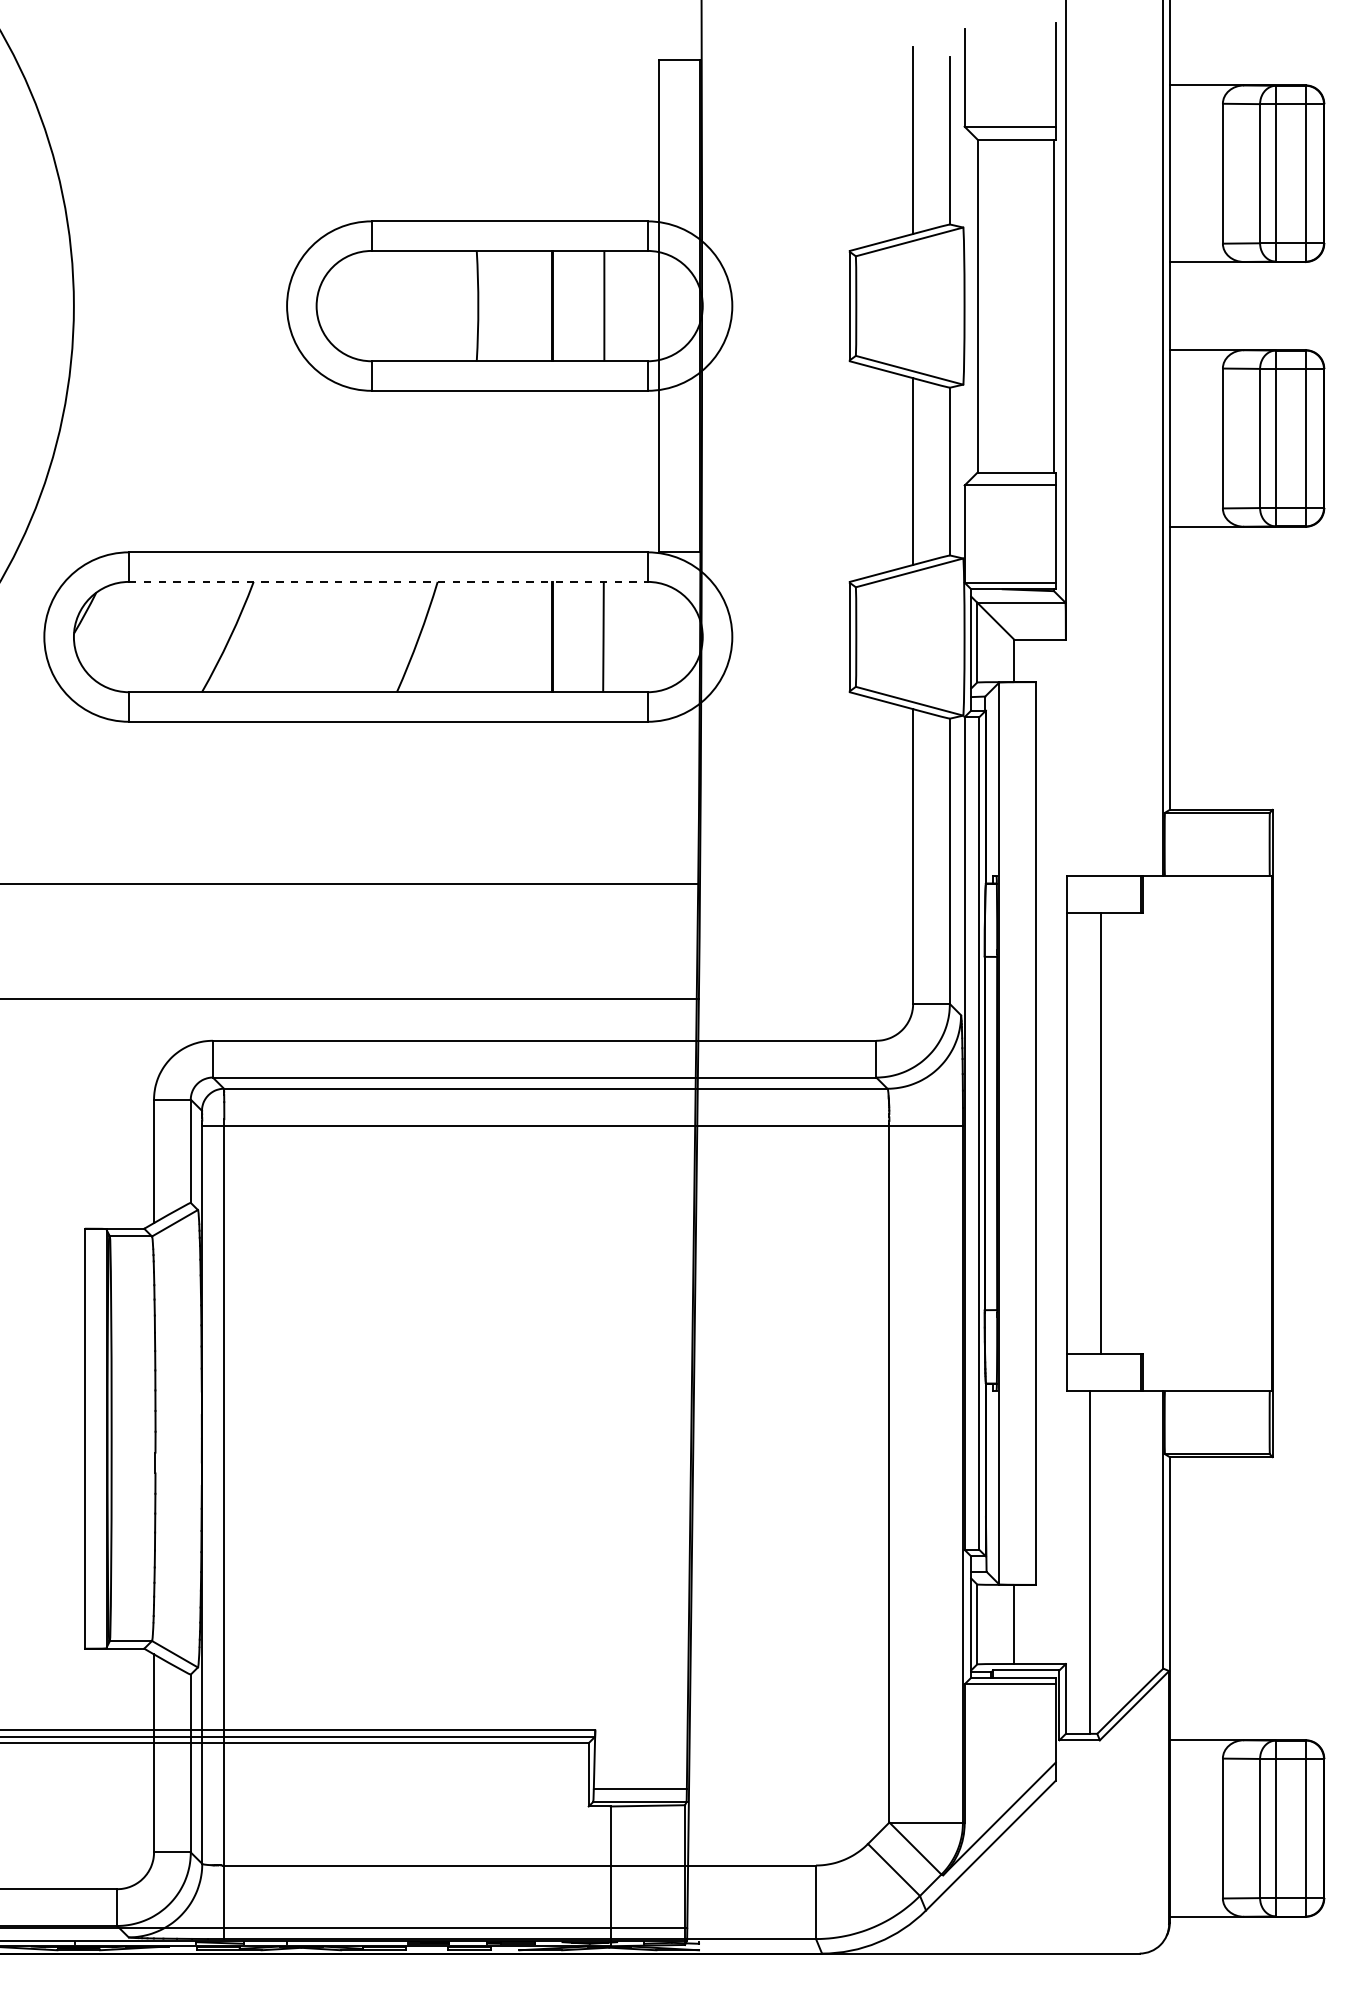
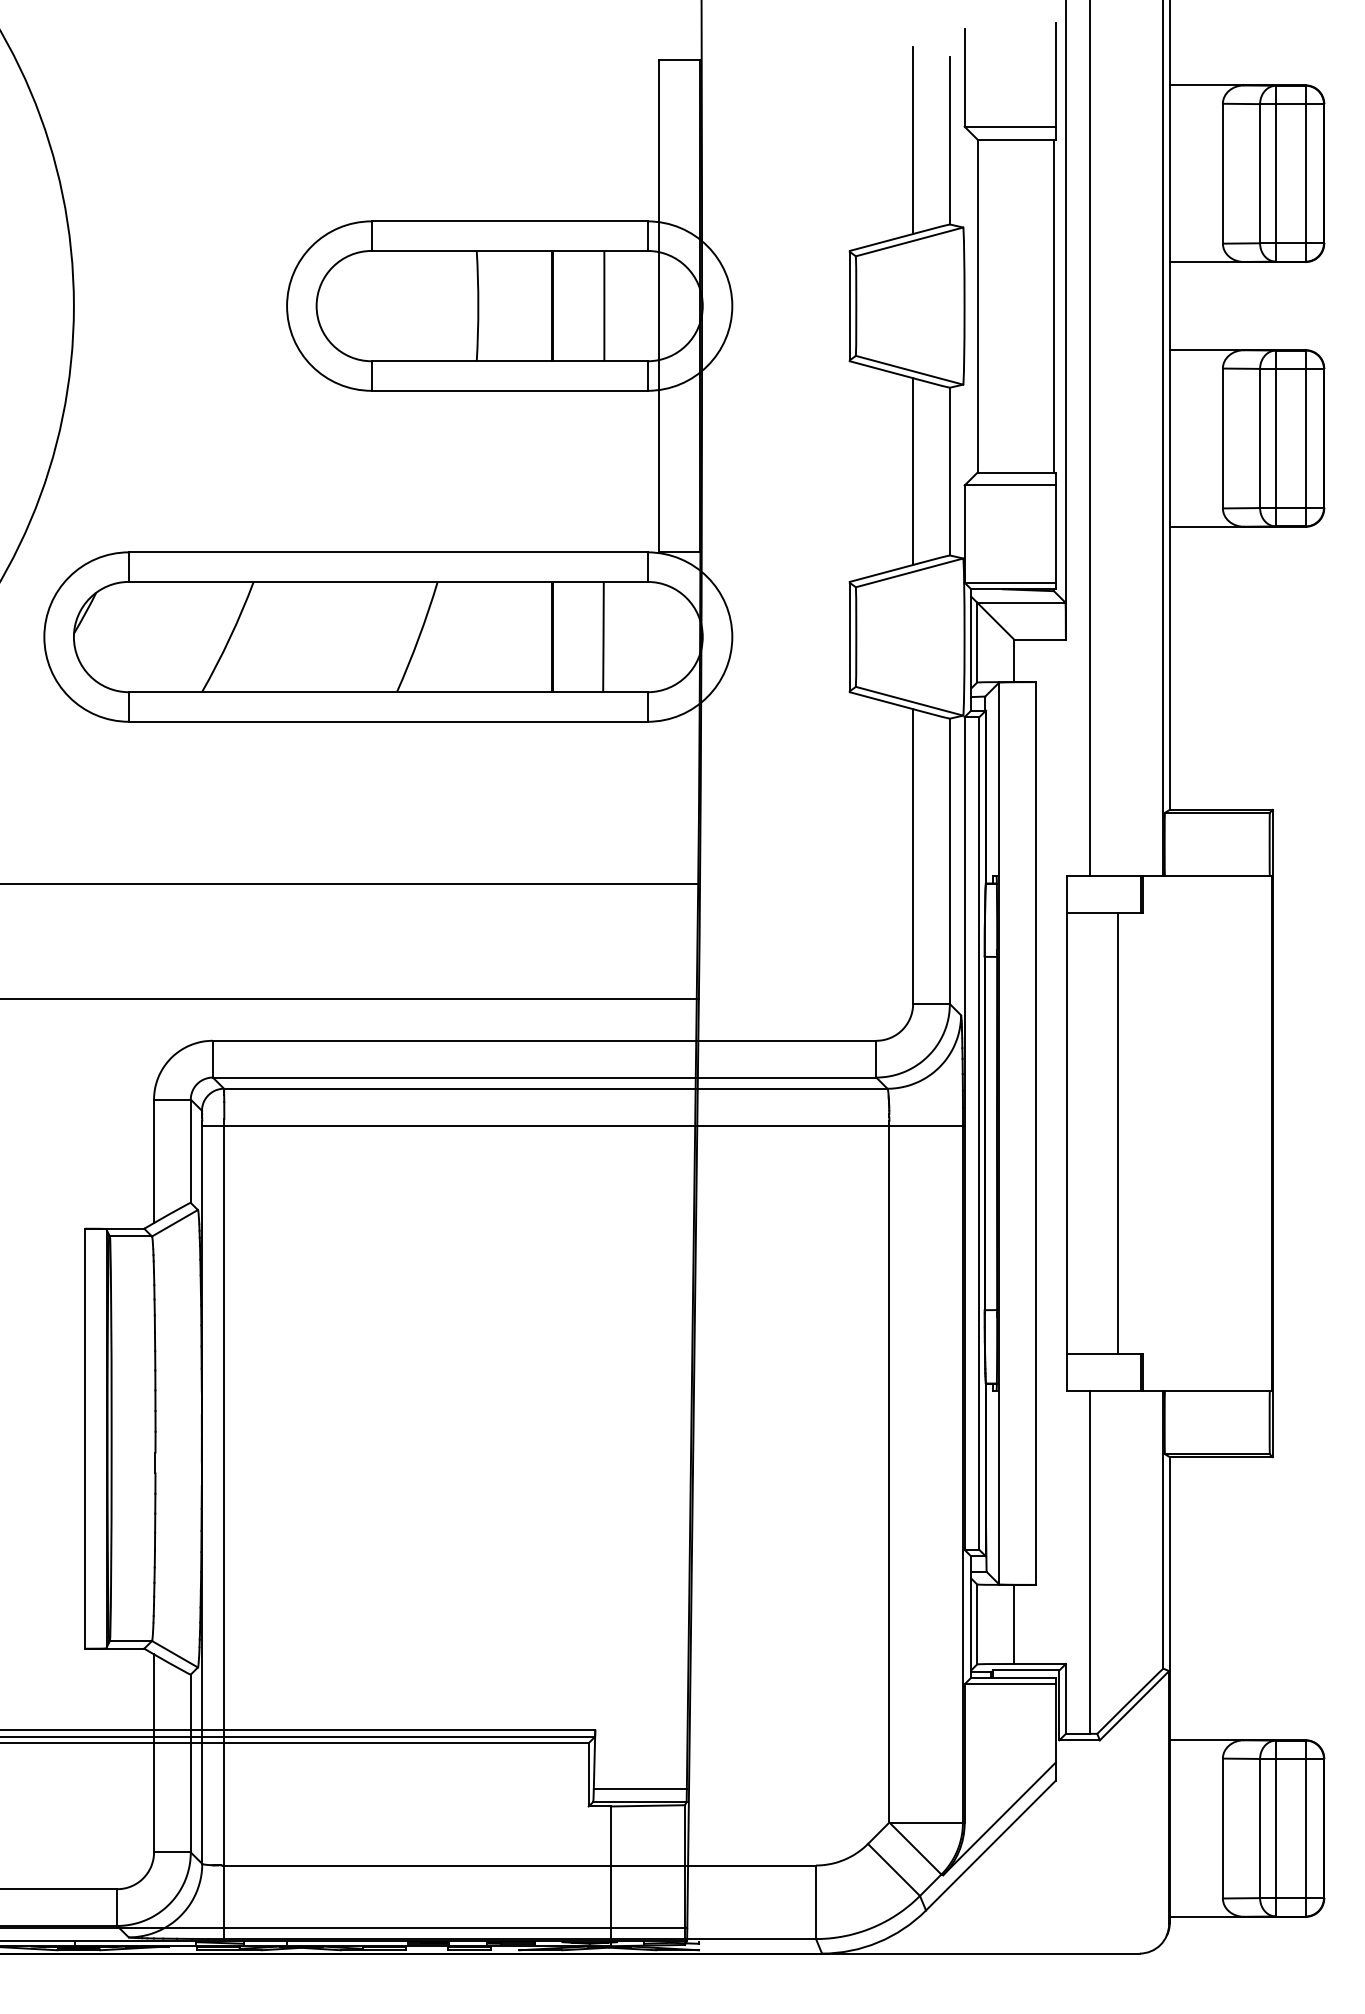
line at (1089, 439): none -> present
line at (388, 581): dashed -> solid
line at (1101, 1133) position: (1101, 1133) -> (1118, 1133)
